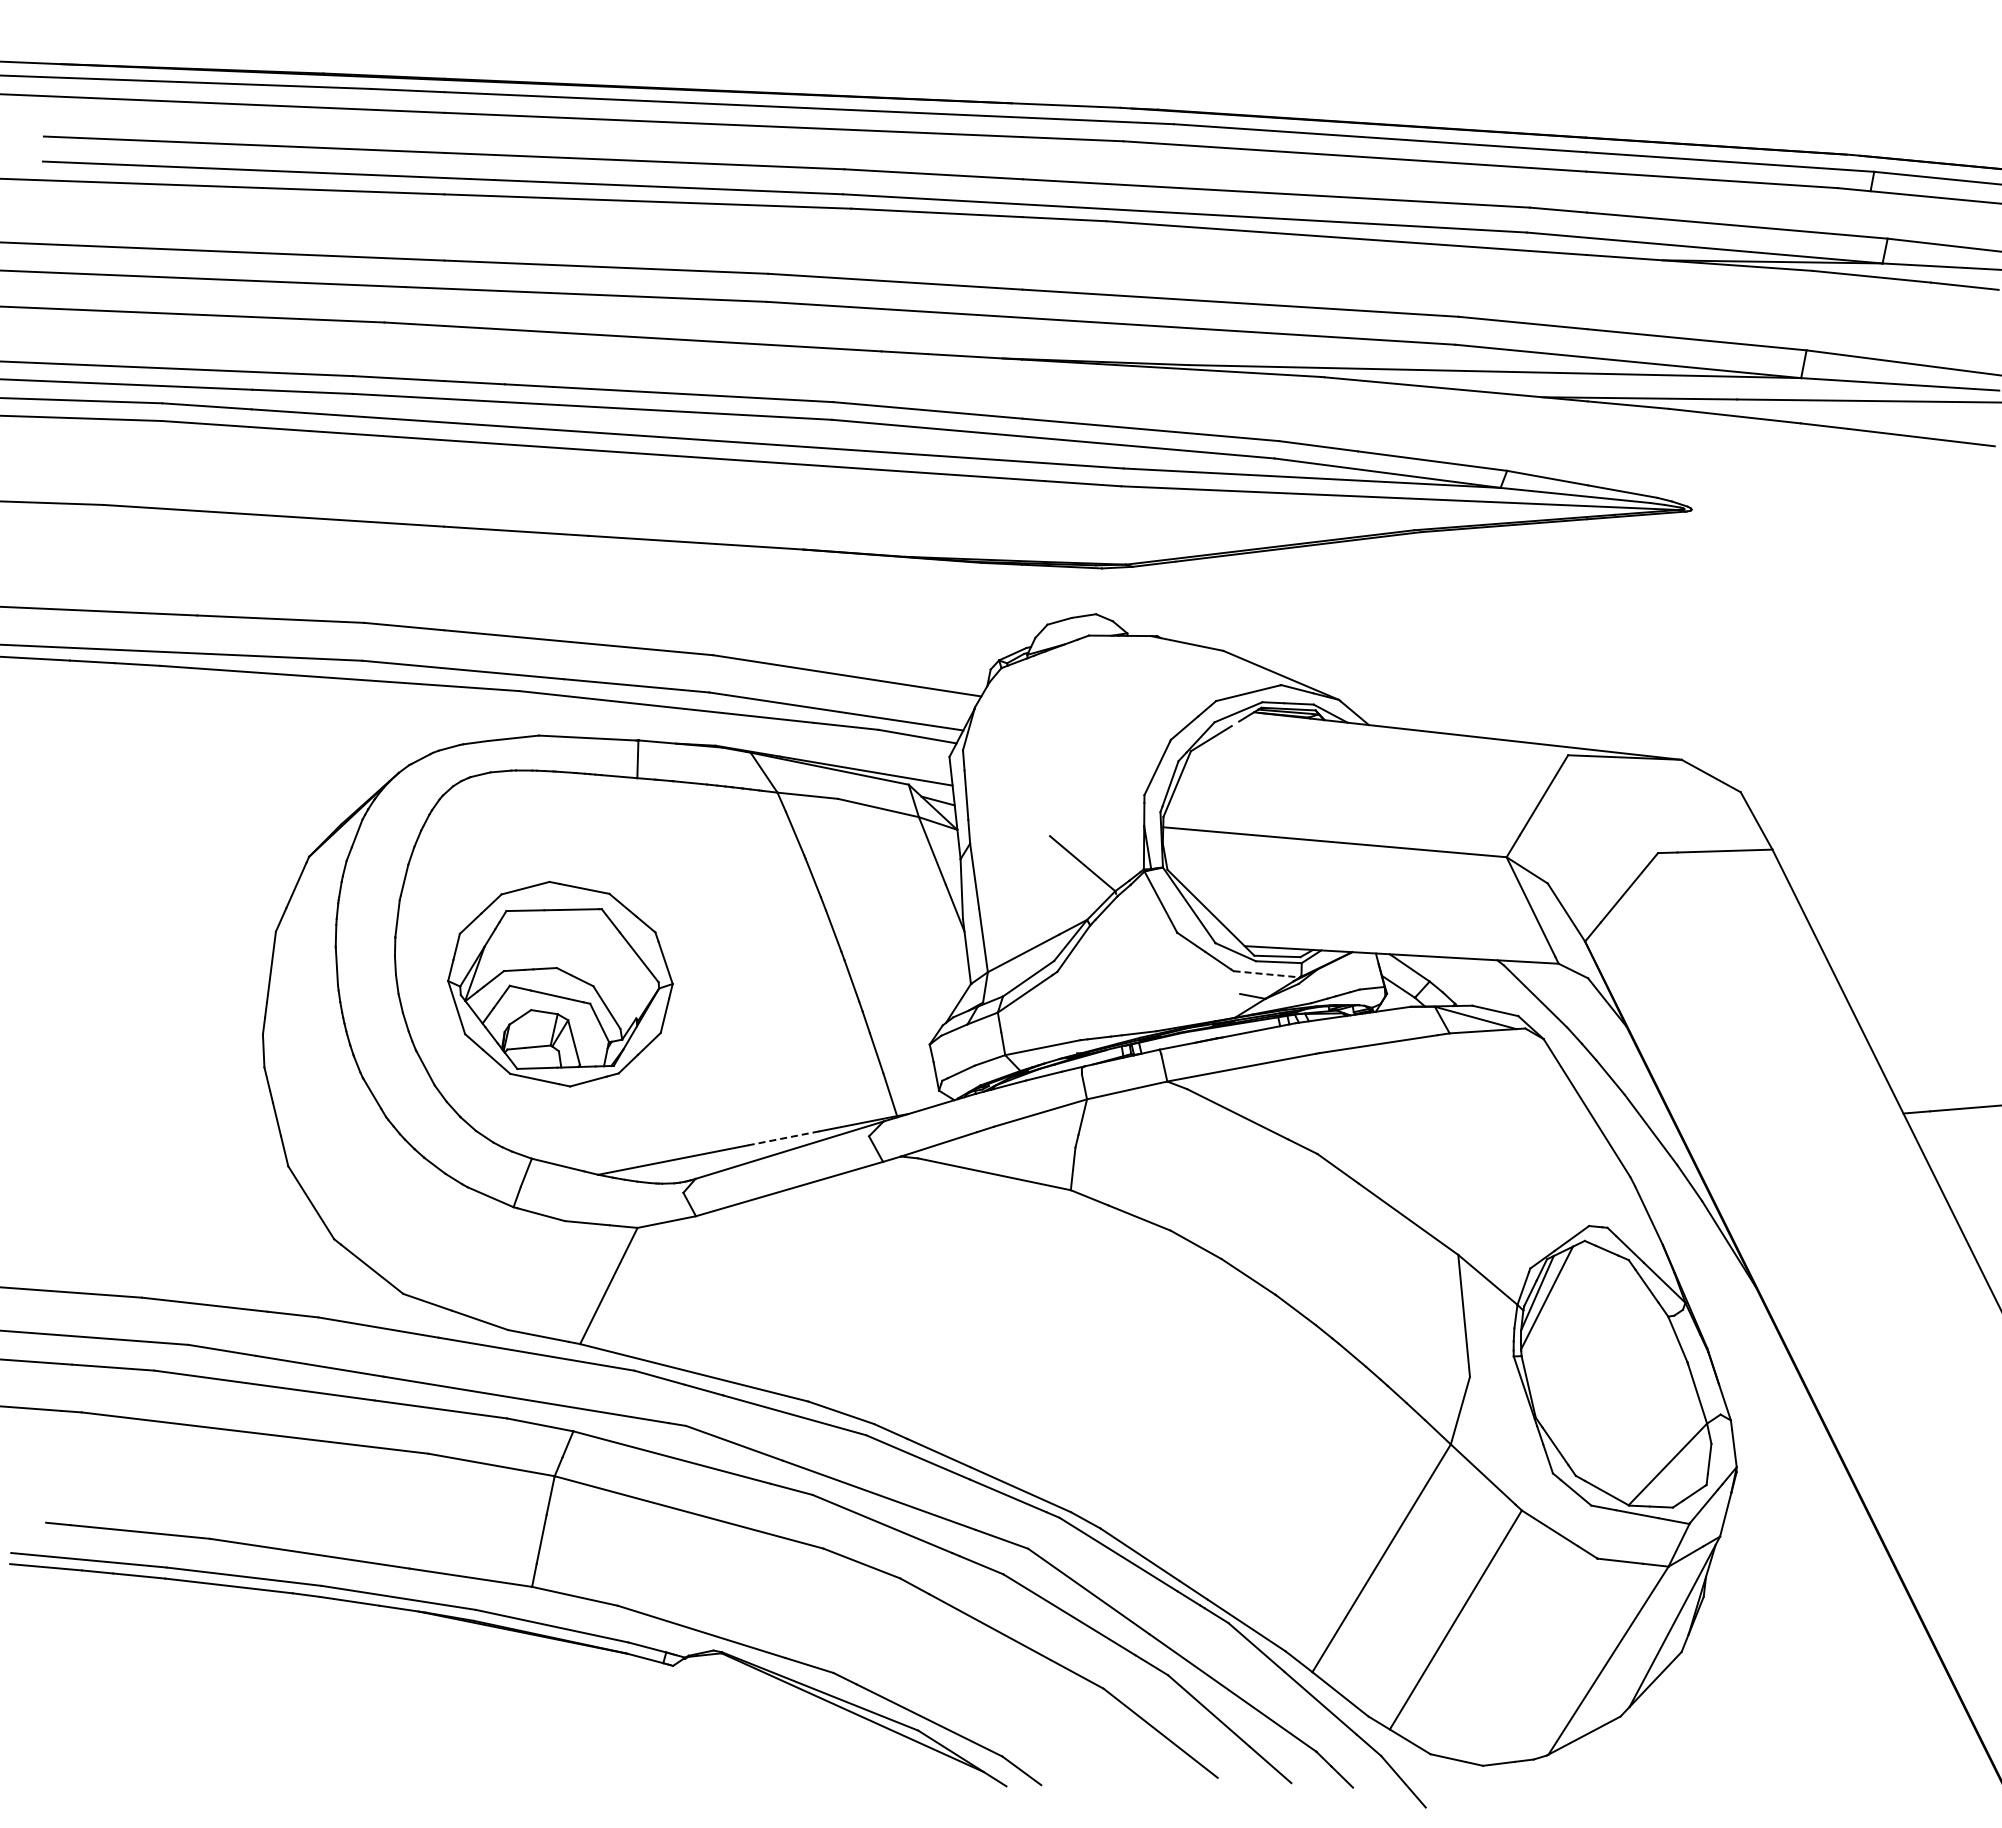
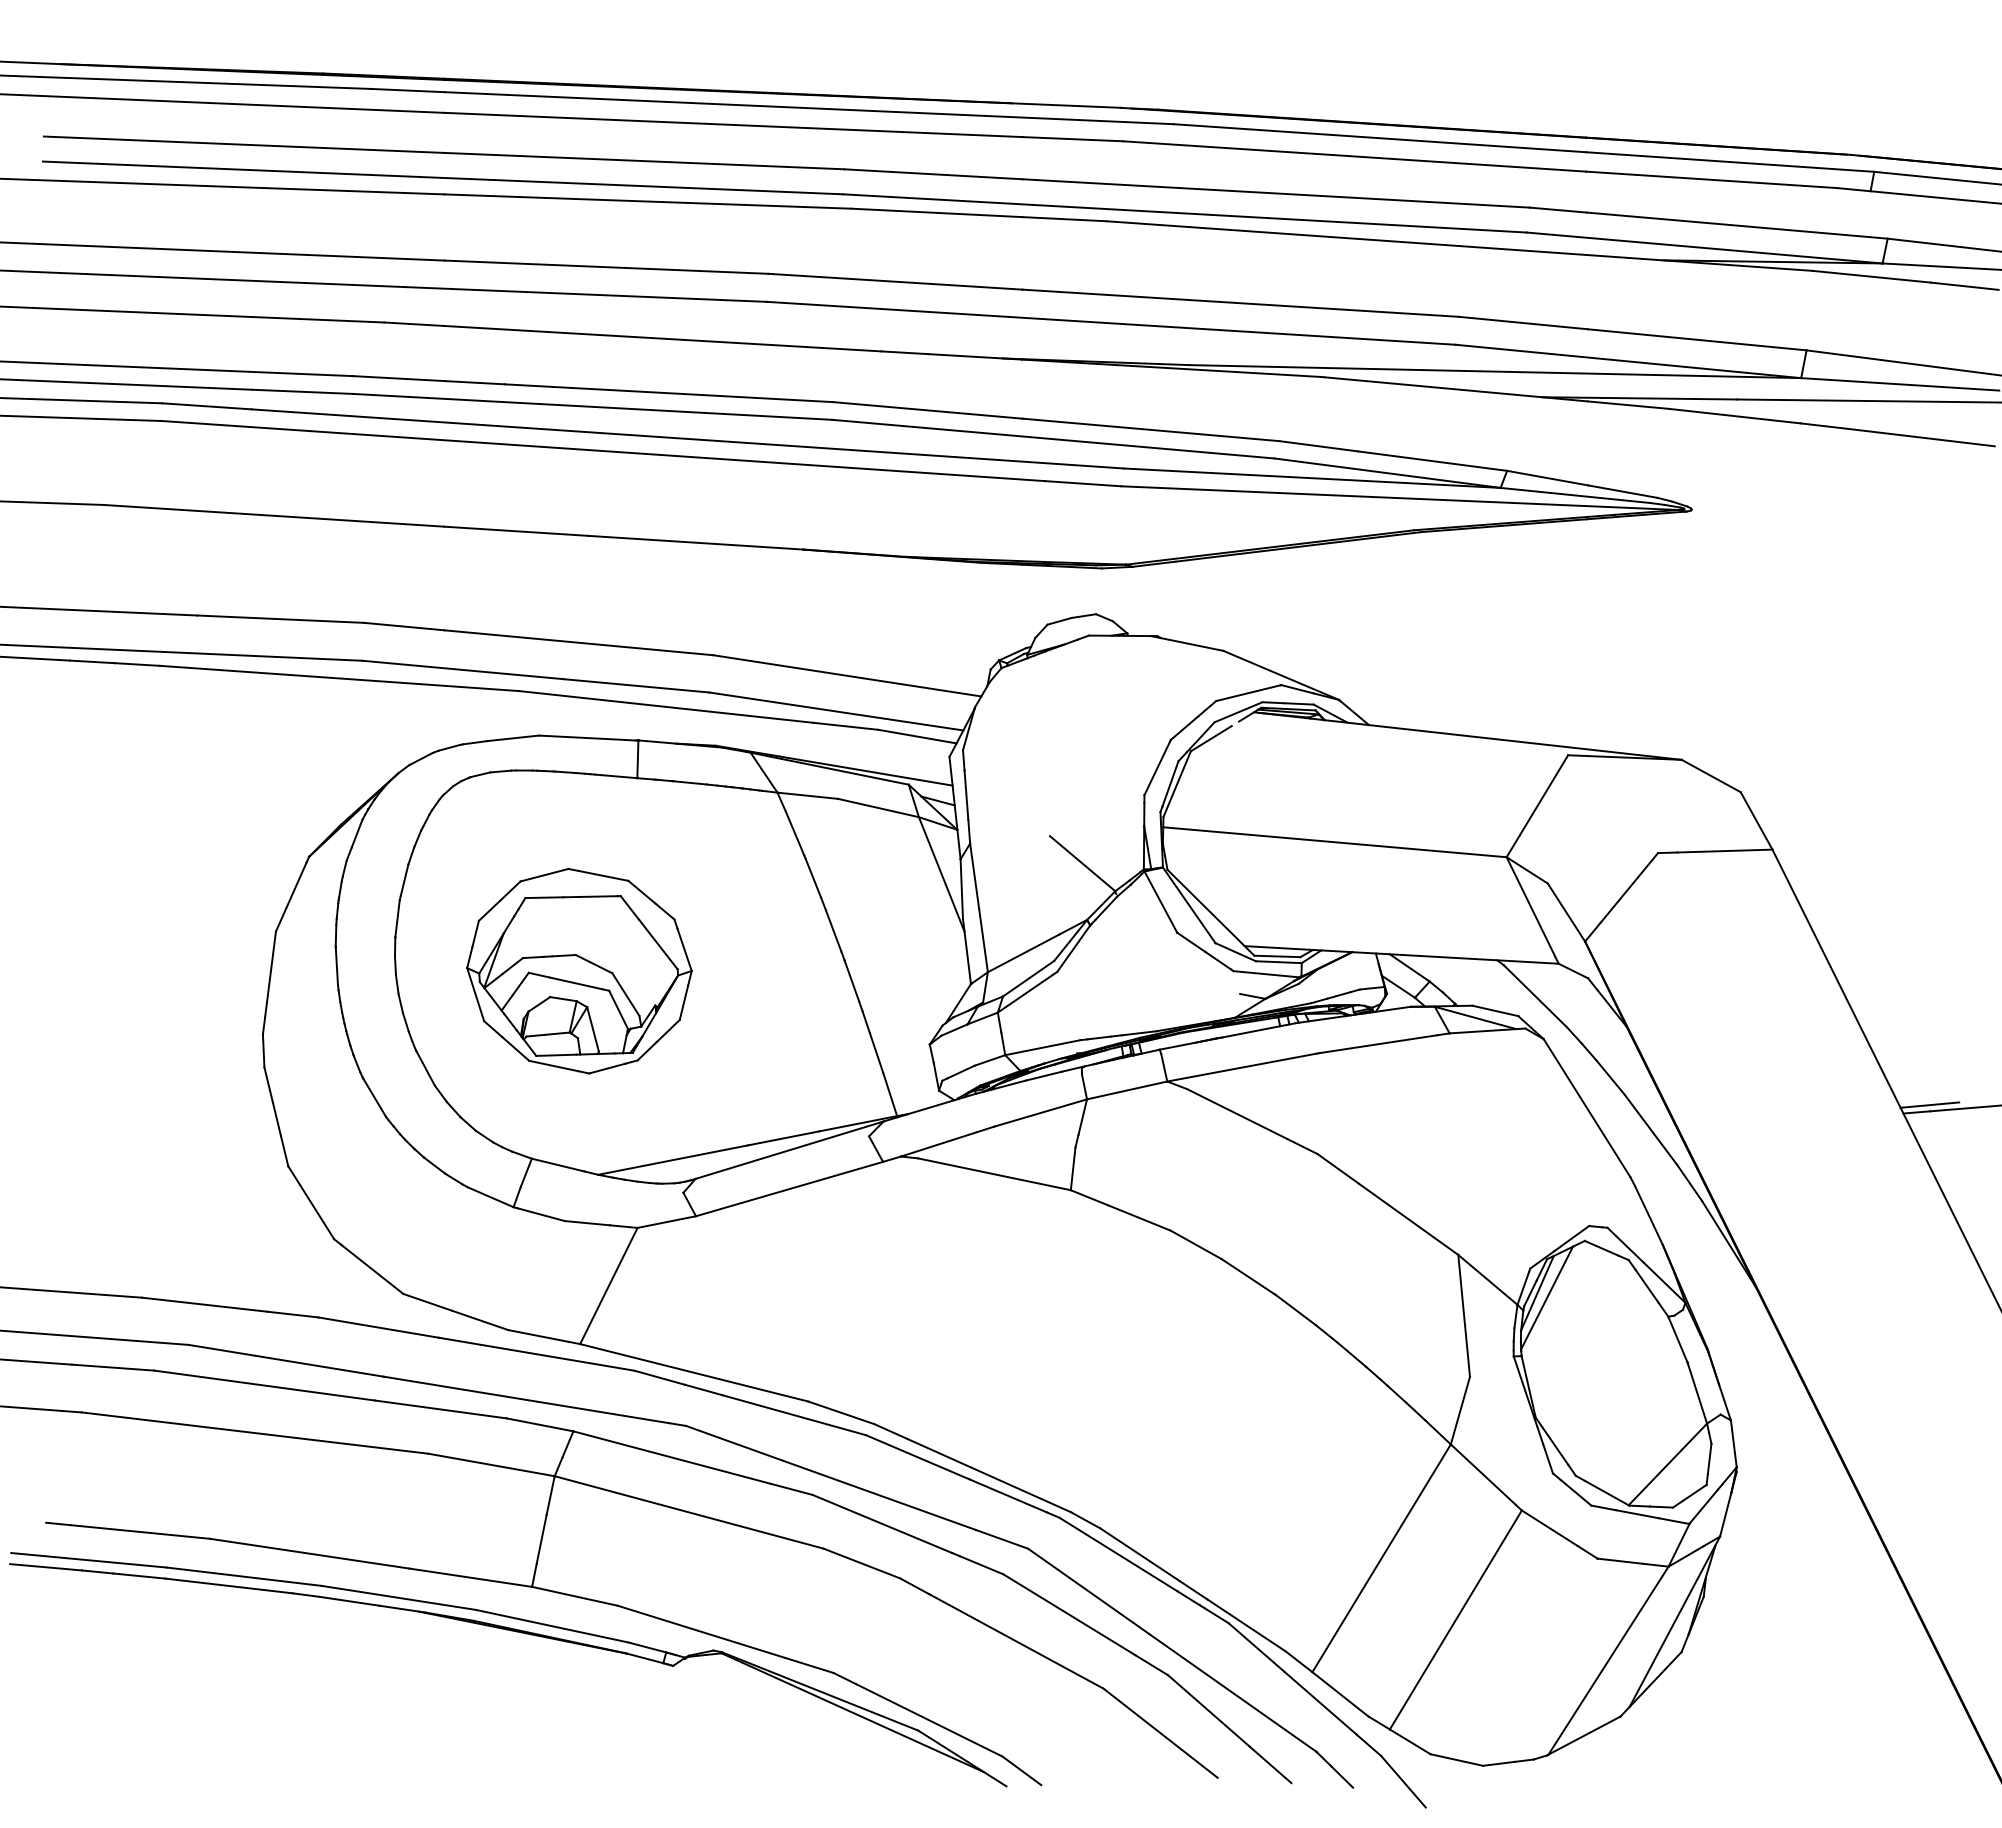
line at (1267, 974): dashed -> solid
part at (560, 983) position: (560, 983) -> (579, 970)
line at (1929, 1104): none -> present
line at (783, 1138): dashed -> solid
